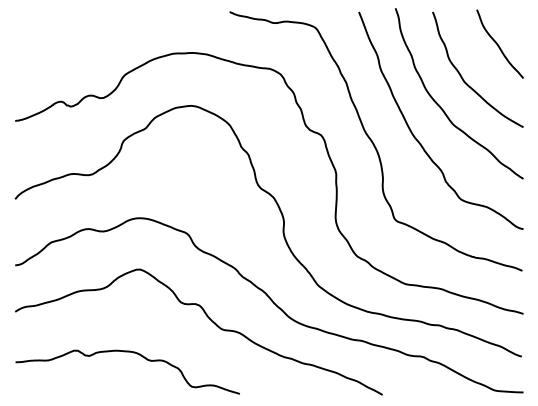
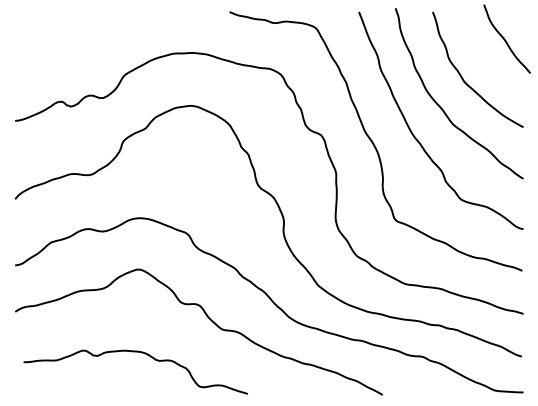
curve at (498, 44) position: (498, 44) -> (505, 39)
curve at (133, 353) position: (133, 353) -> (141, 353)
